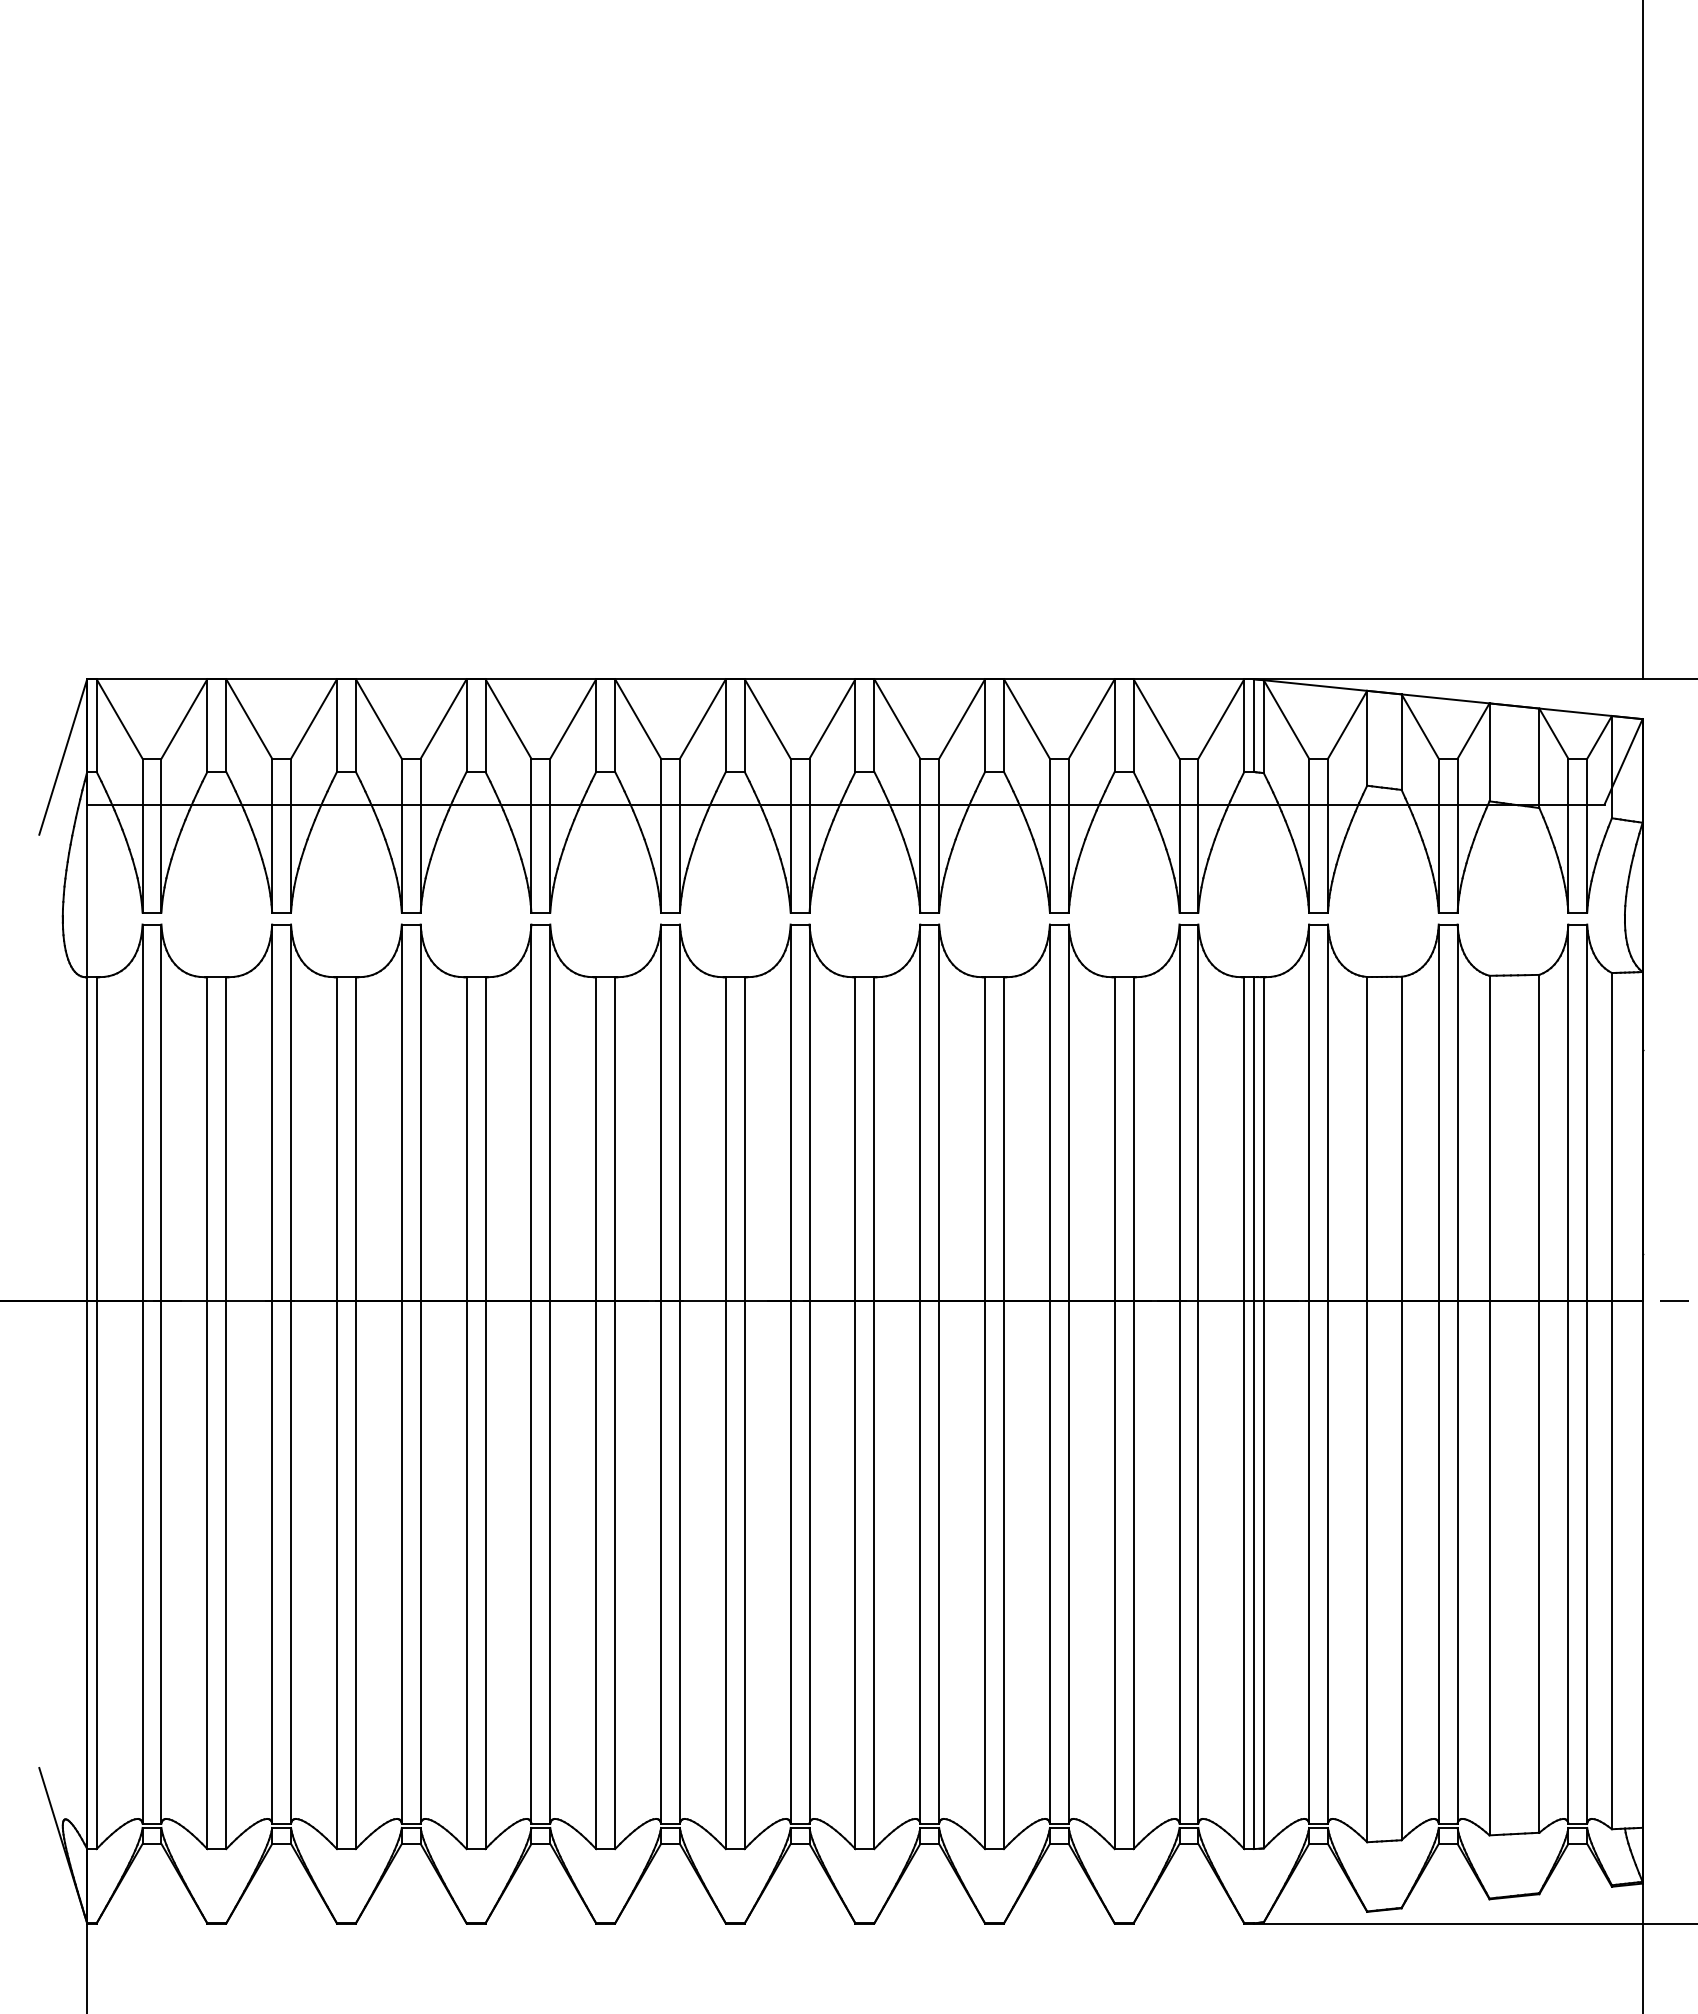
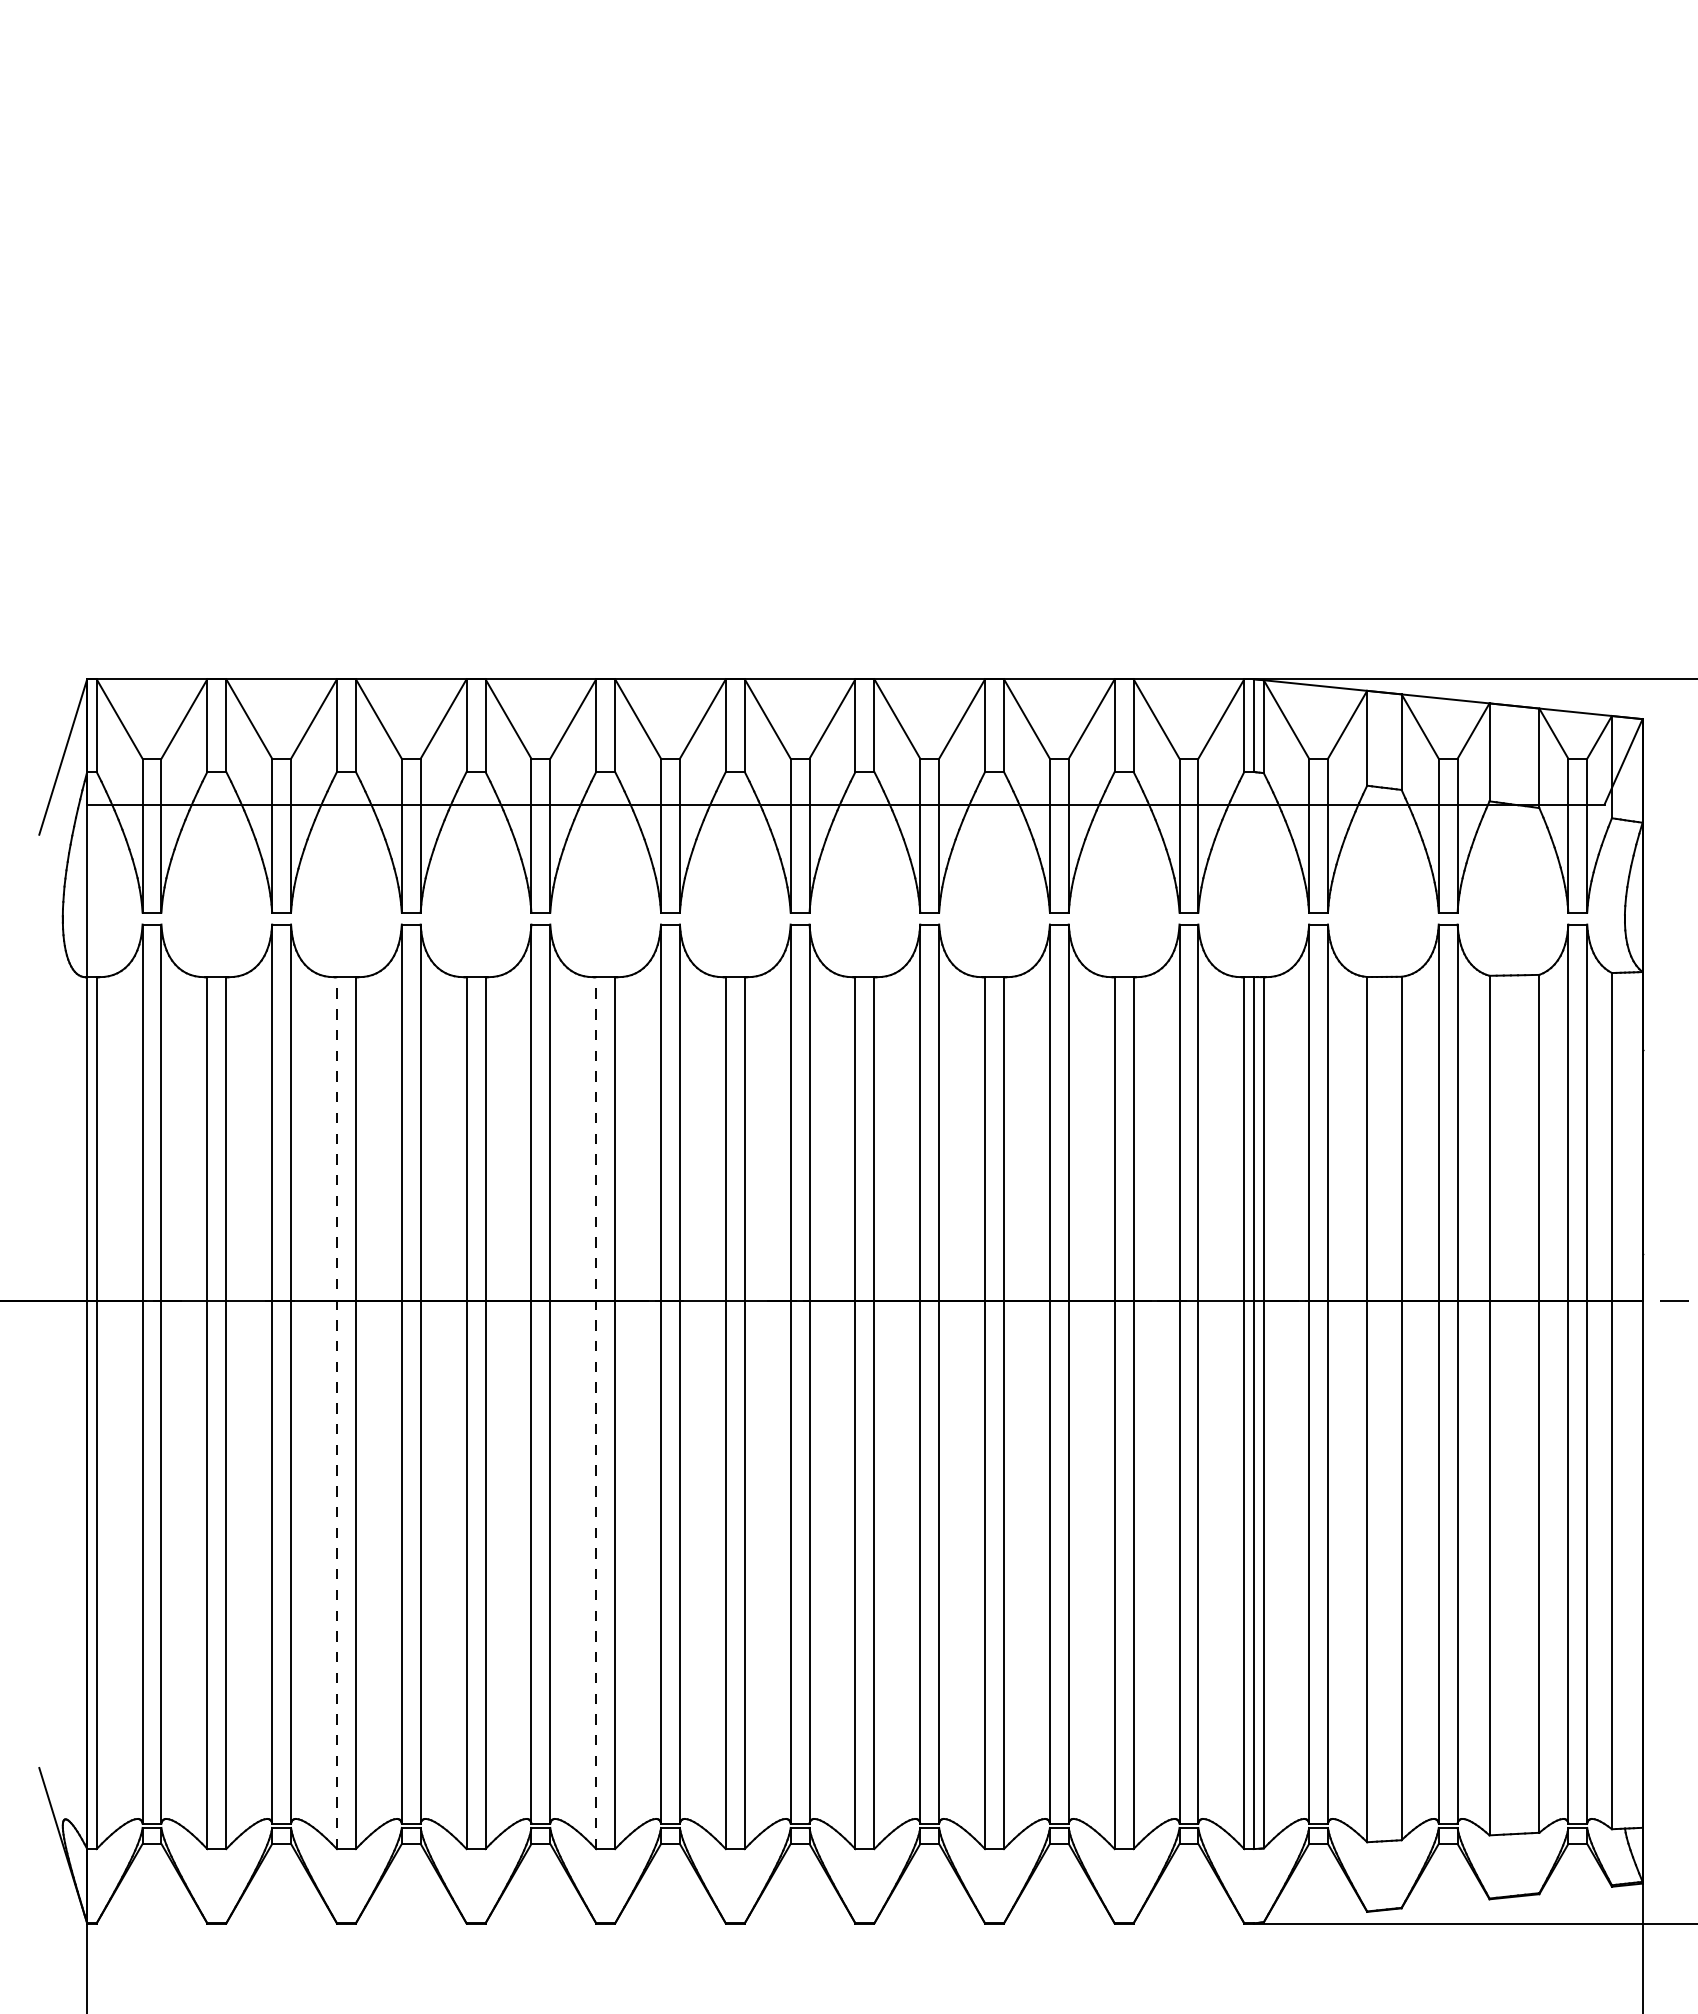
line at (1642, 340): present -> none
line at (337, 1413): solid -> dashed
line at (596, 1413): solid -> dashed
